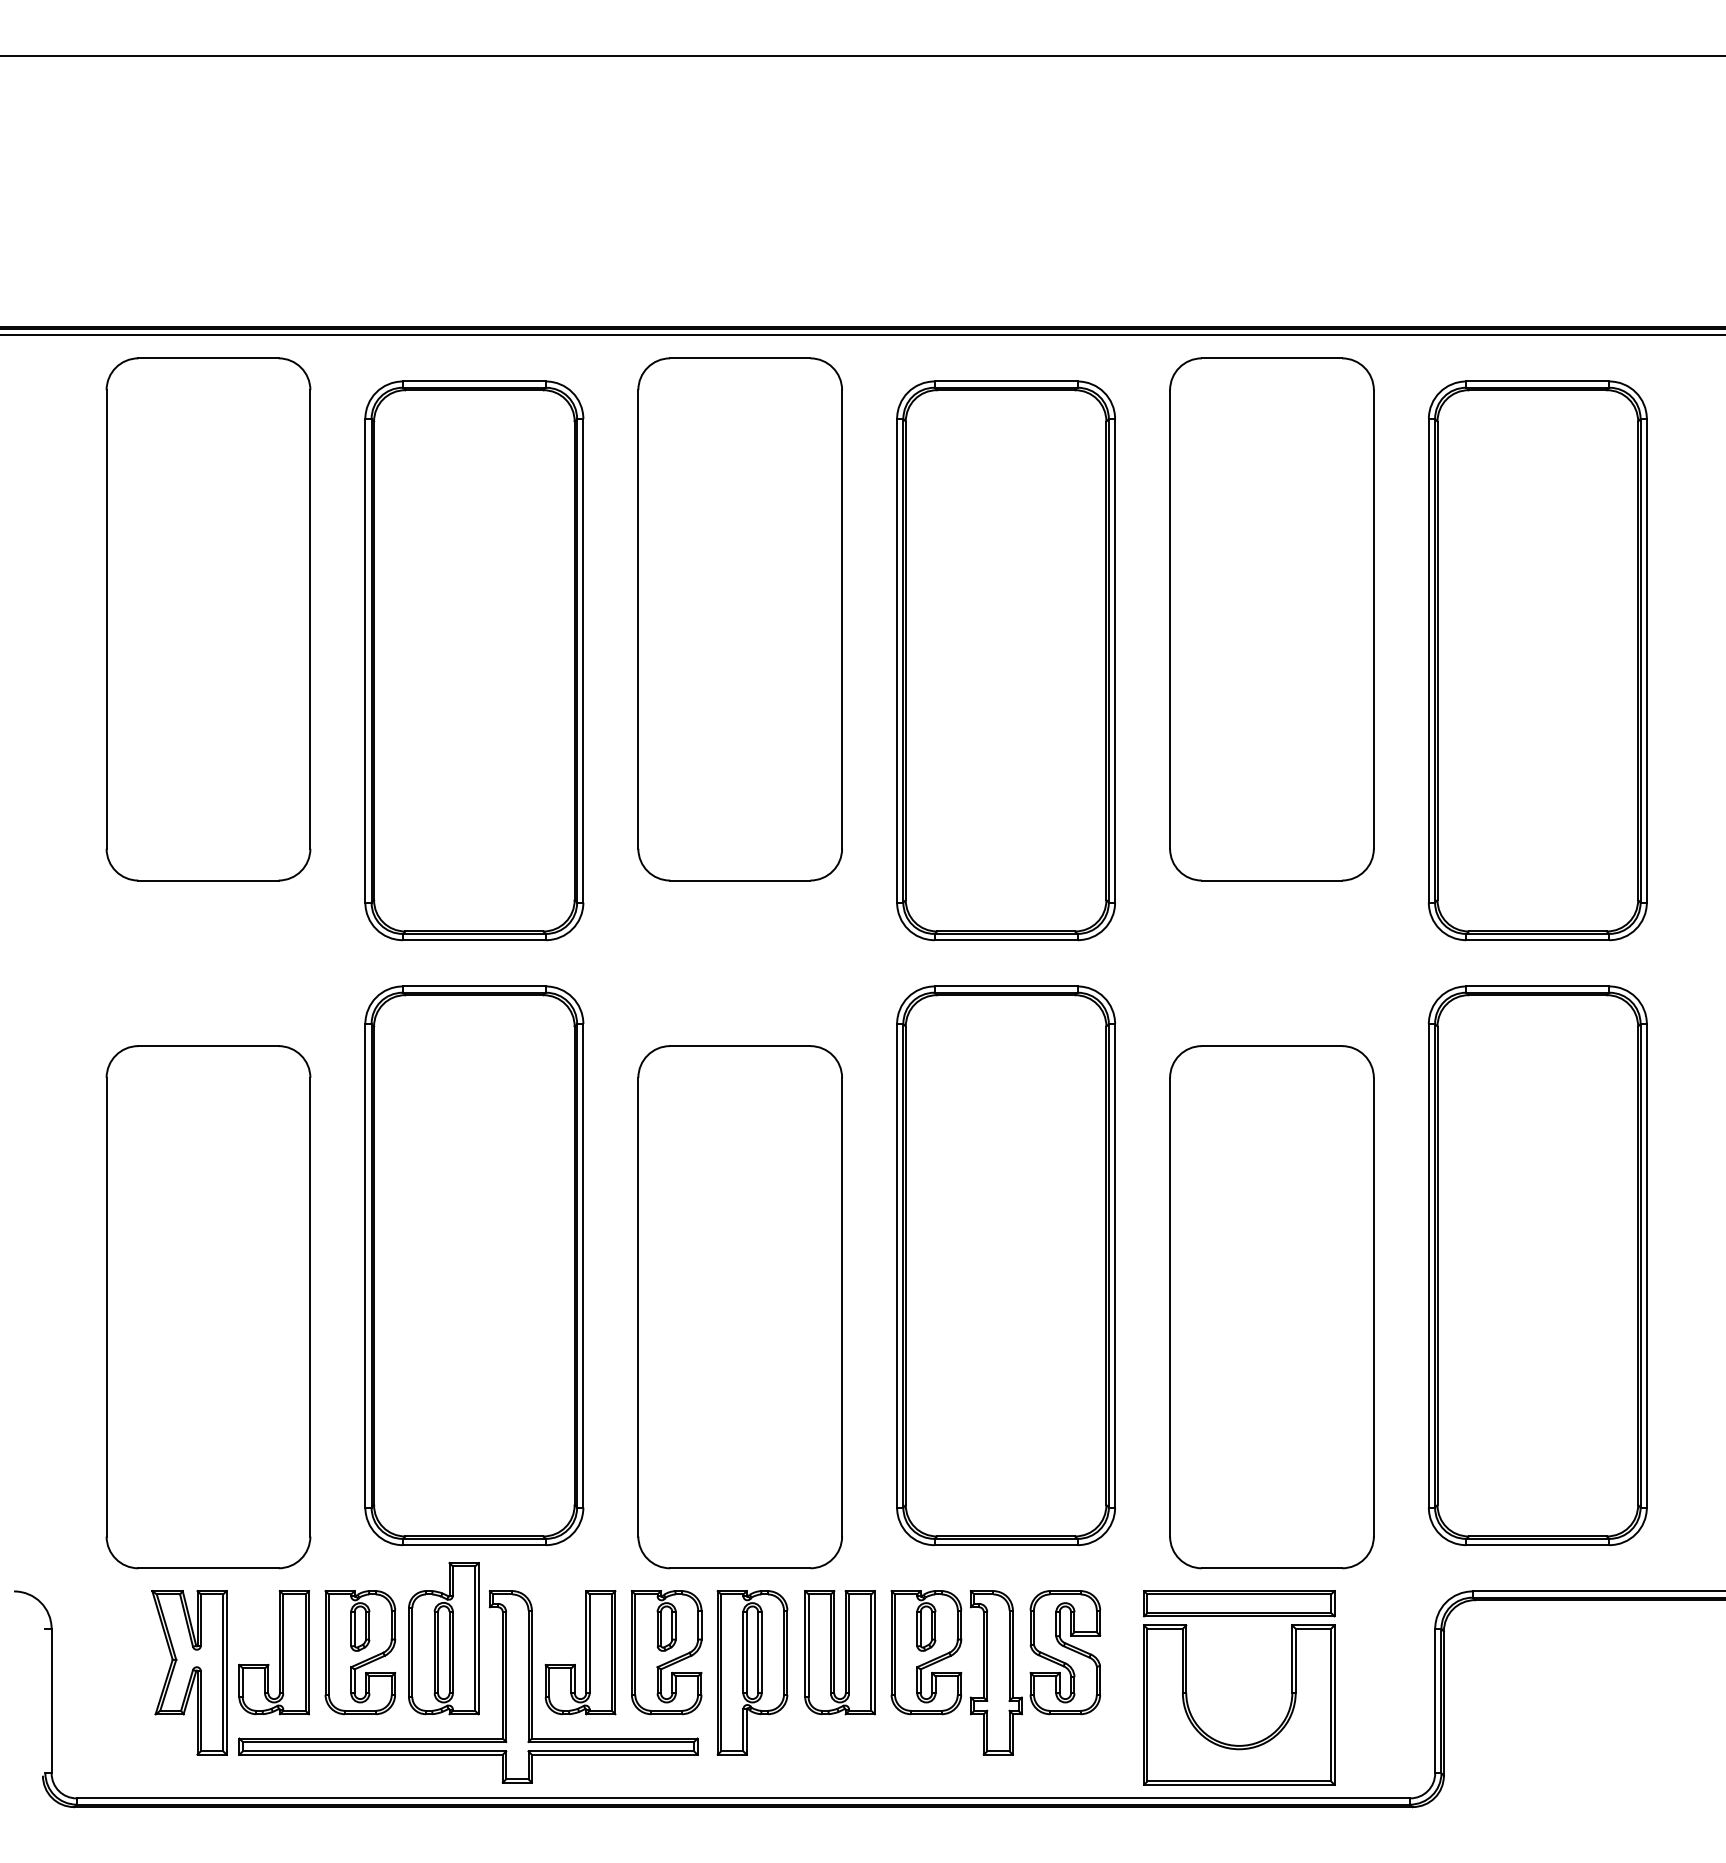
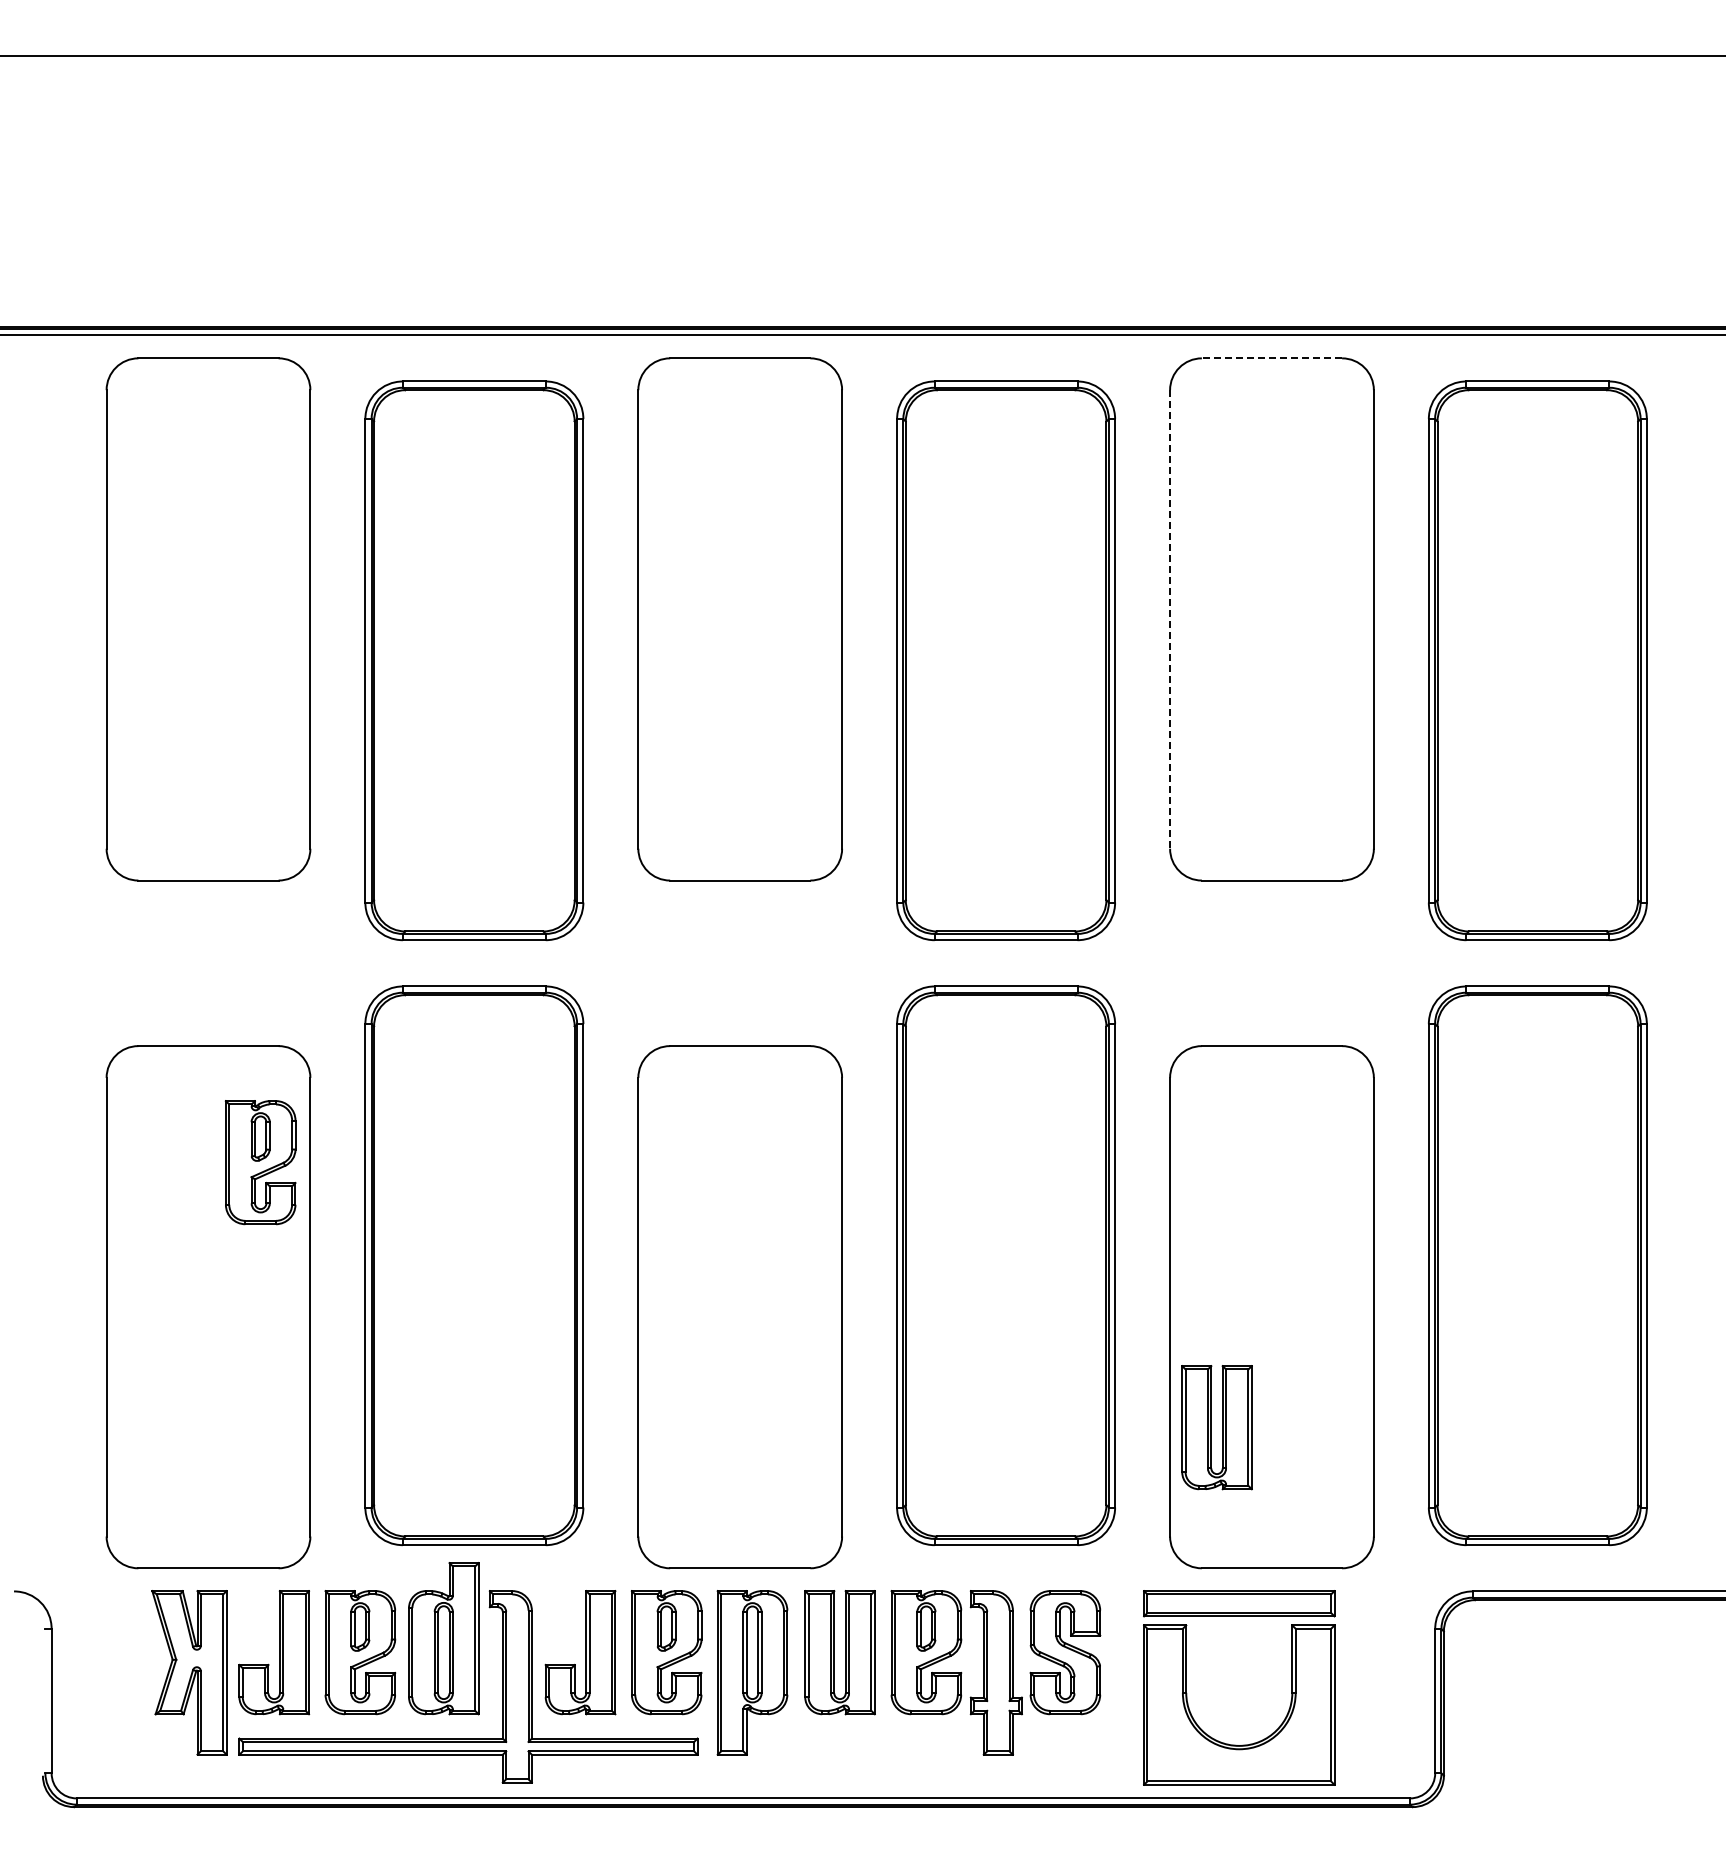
line at (1271, 358): solid -> dashed
line at (1170, 619): solid -> dashed
part at (260, 1162): none -> present
part at (1216, 1427): none -> present
